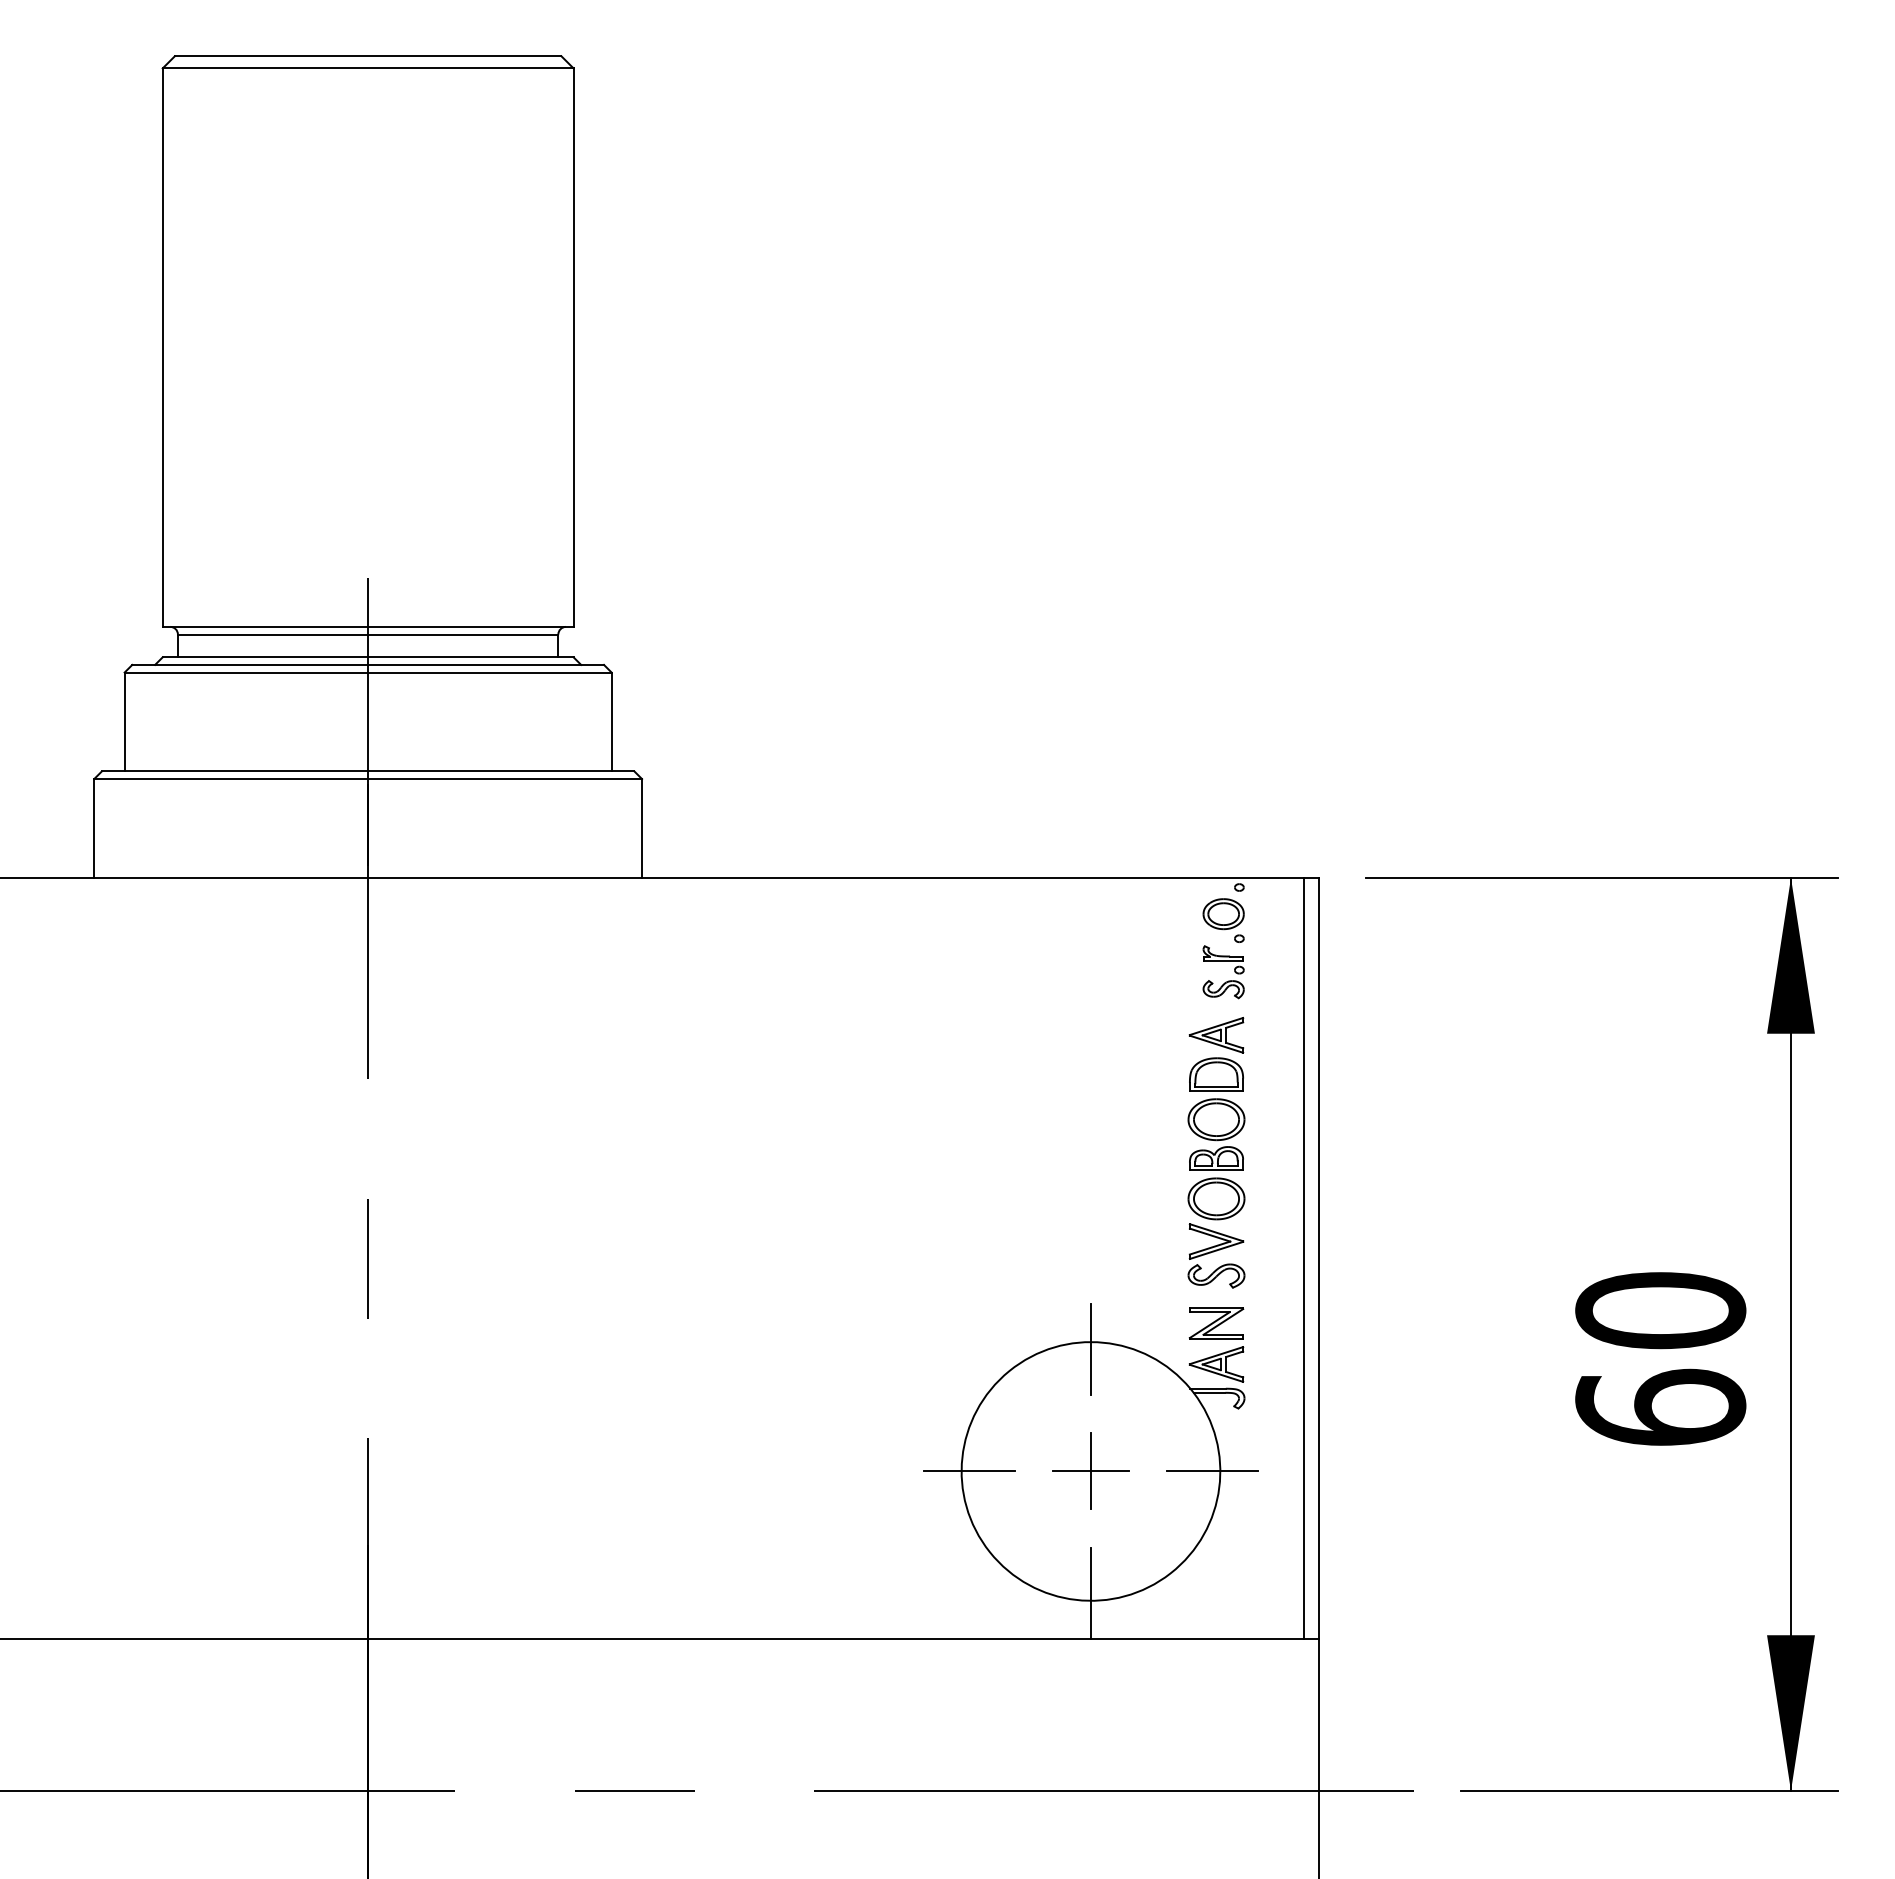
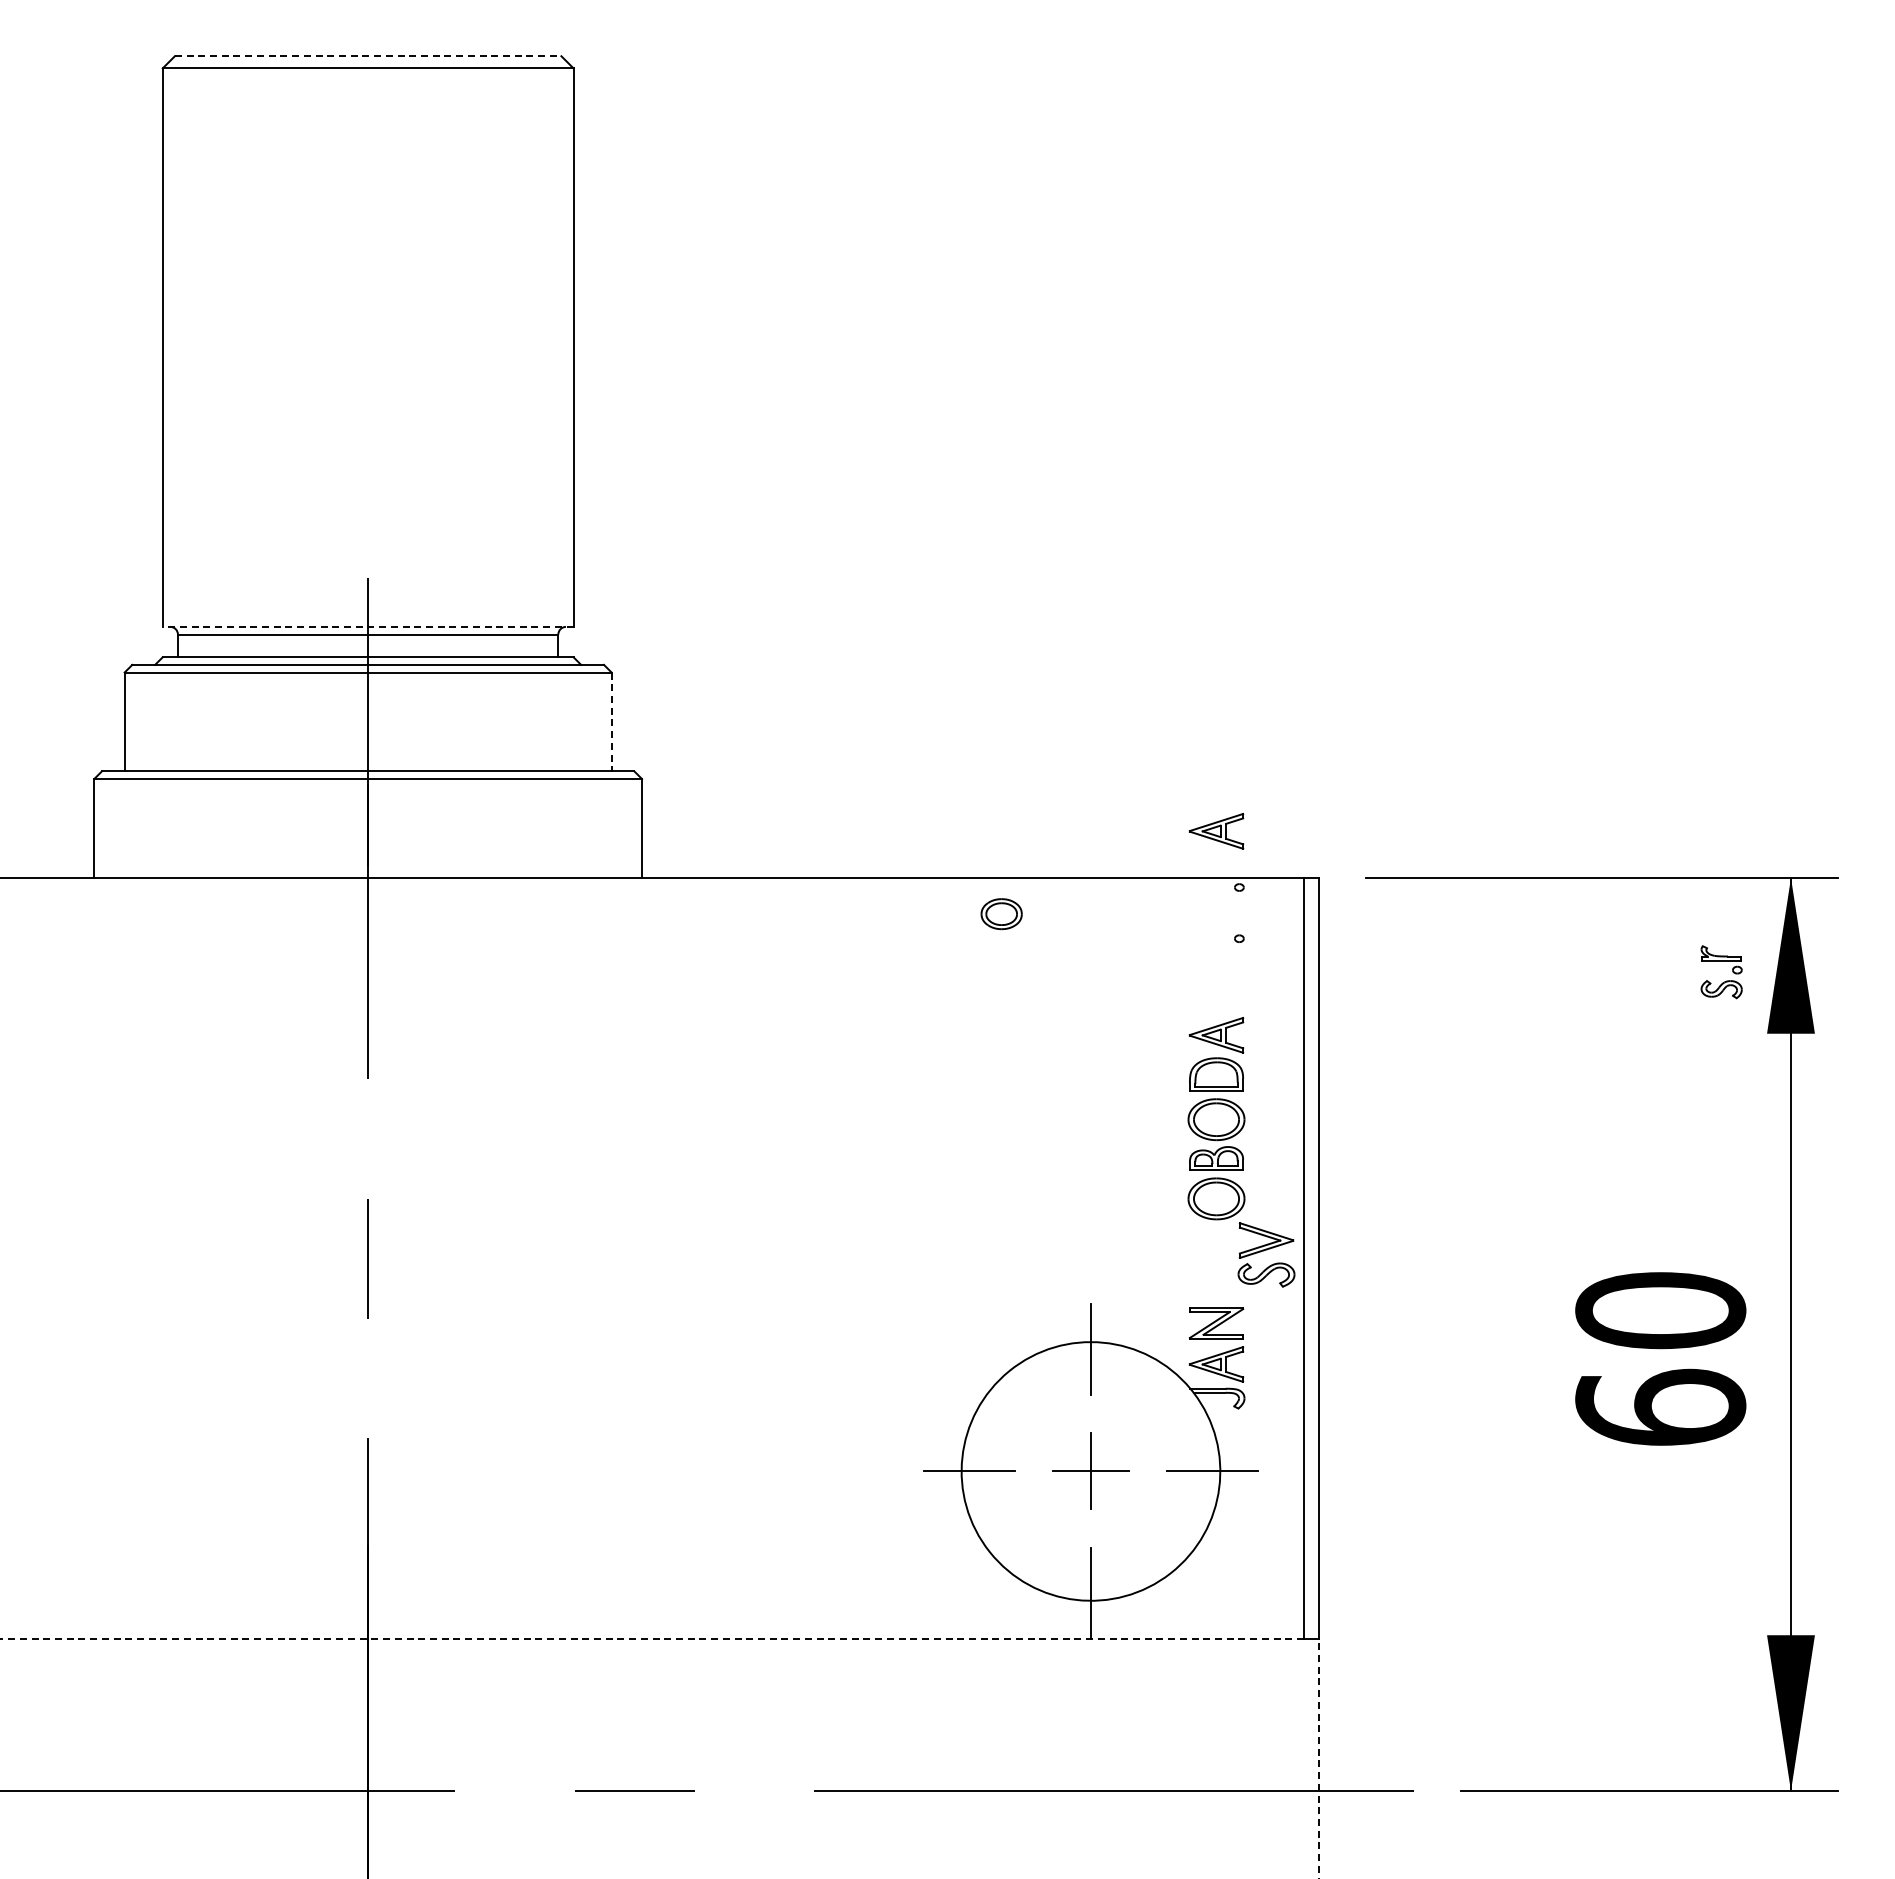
line at (368, 56): solid -> dashed
line at (367, 626): solid -> dashed
line at (611, 722): solid -> dashed
part at (1216, 831): none -> present
part at (1223, 914) position: (1223, 914) -> (1001, 914)
part at (1228, 980) position: (1228, 980) -> (1726, 980)
part at (1216, 1255) position: (1216, 1255) -> (1266, 1254)
line at (652, 1638): solid -> dashed
line at (1319, 1758): solid -> dashed
